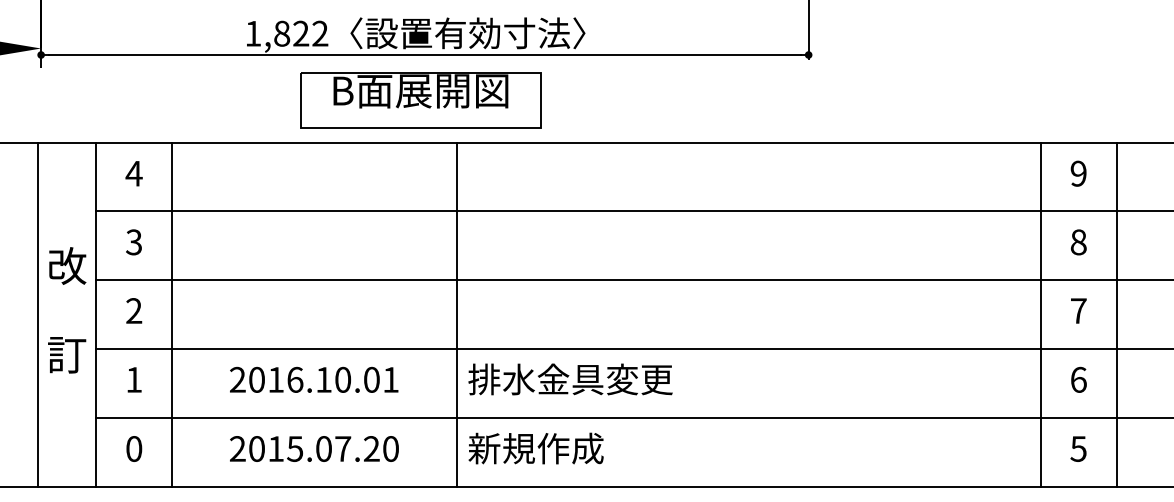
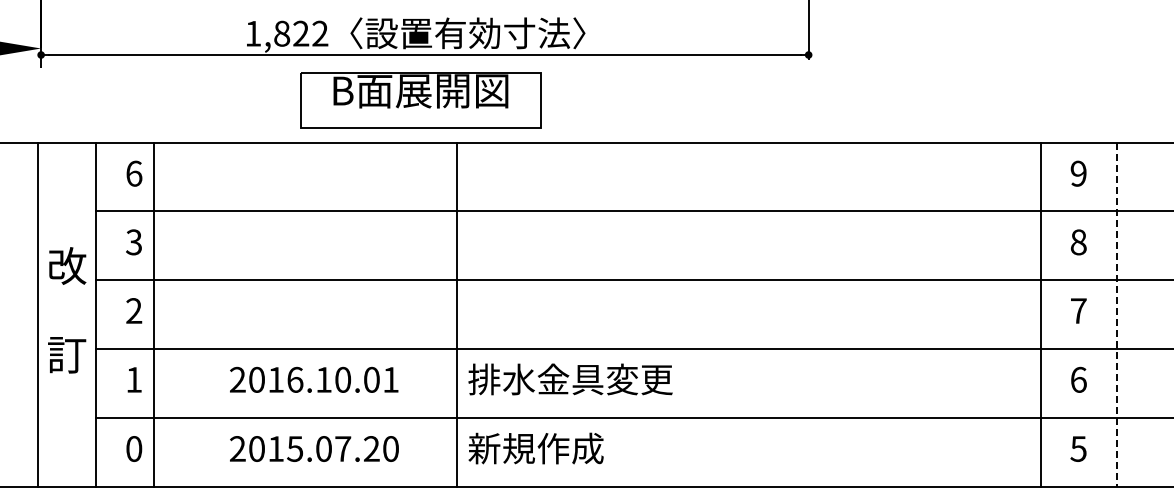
text at (133, 173): 4 -> 6
line at (172, 314) position: (172, 314) -> (154, 314)
line at (1116, 315): solid -> dashed
